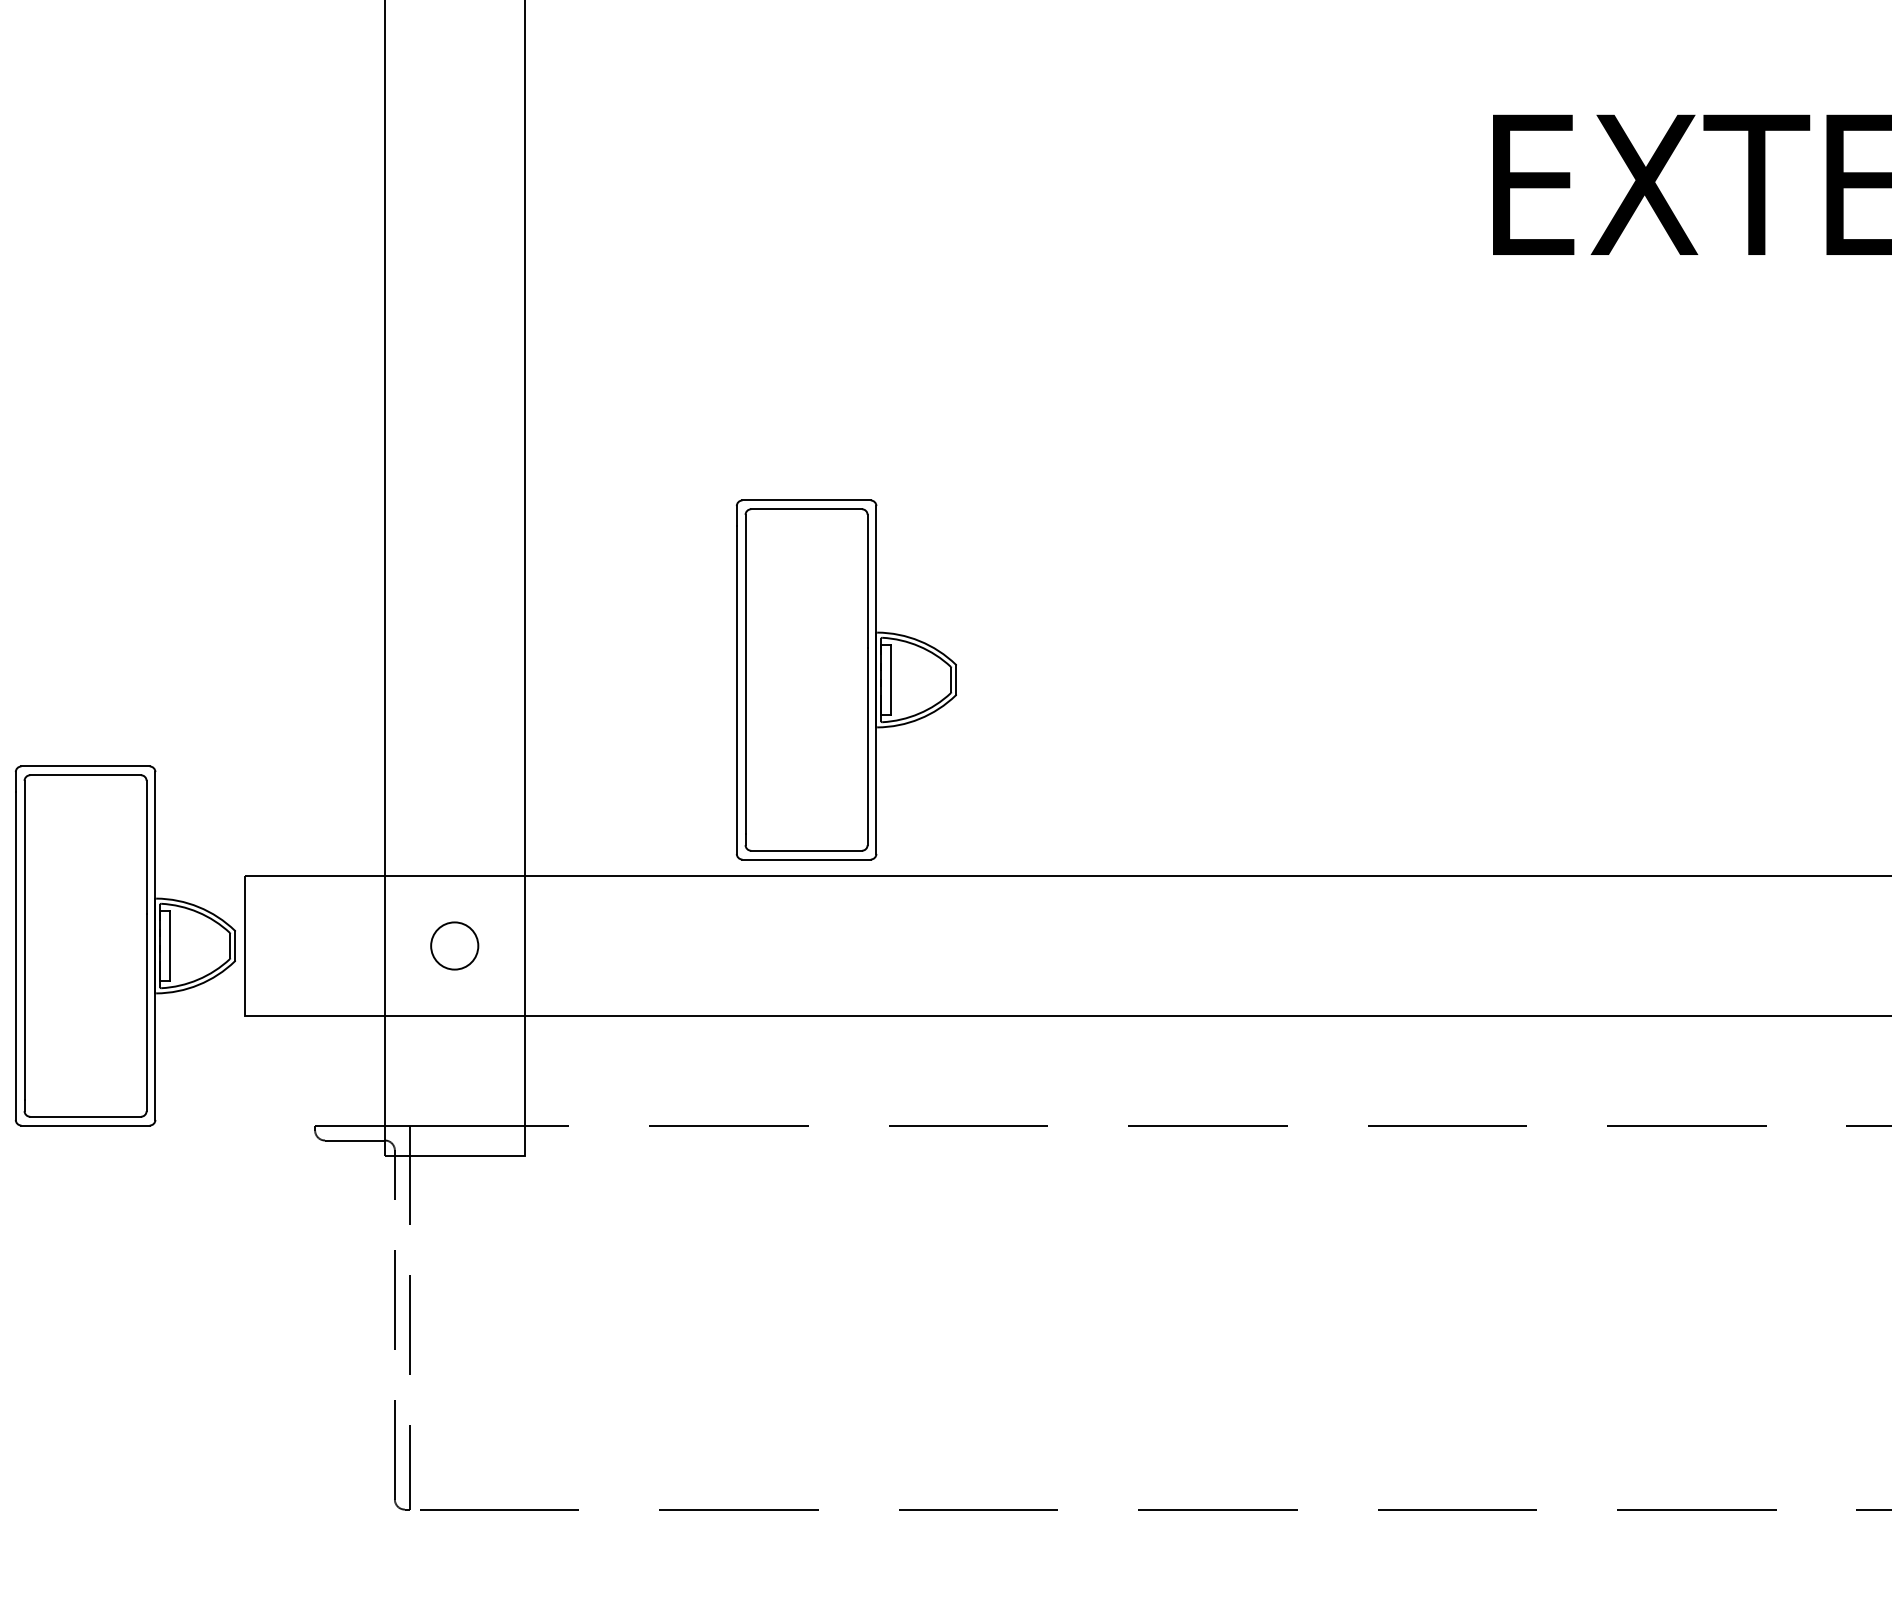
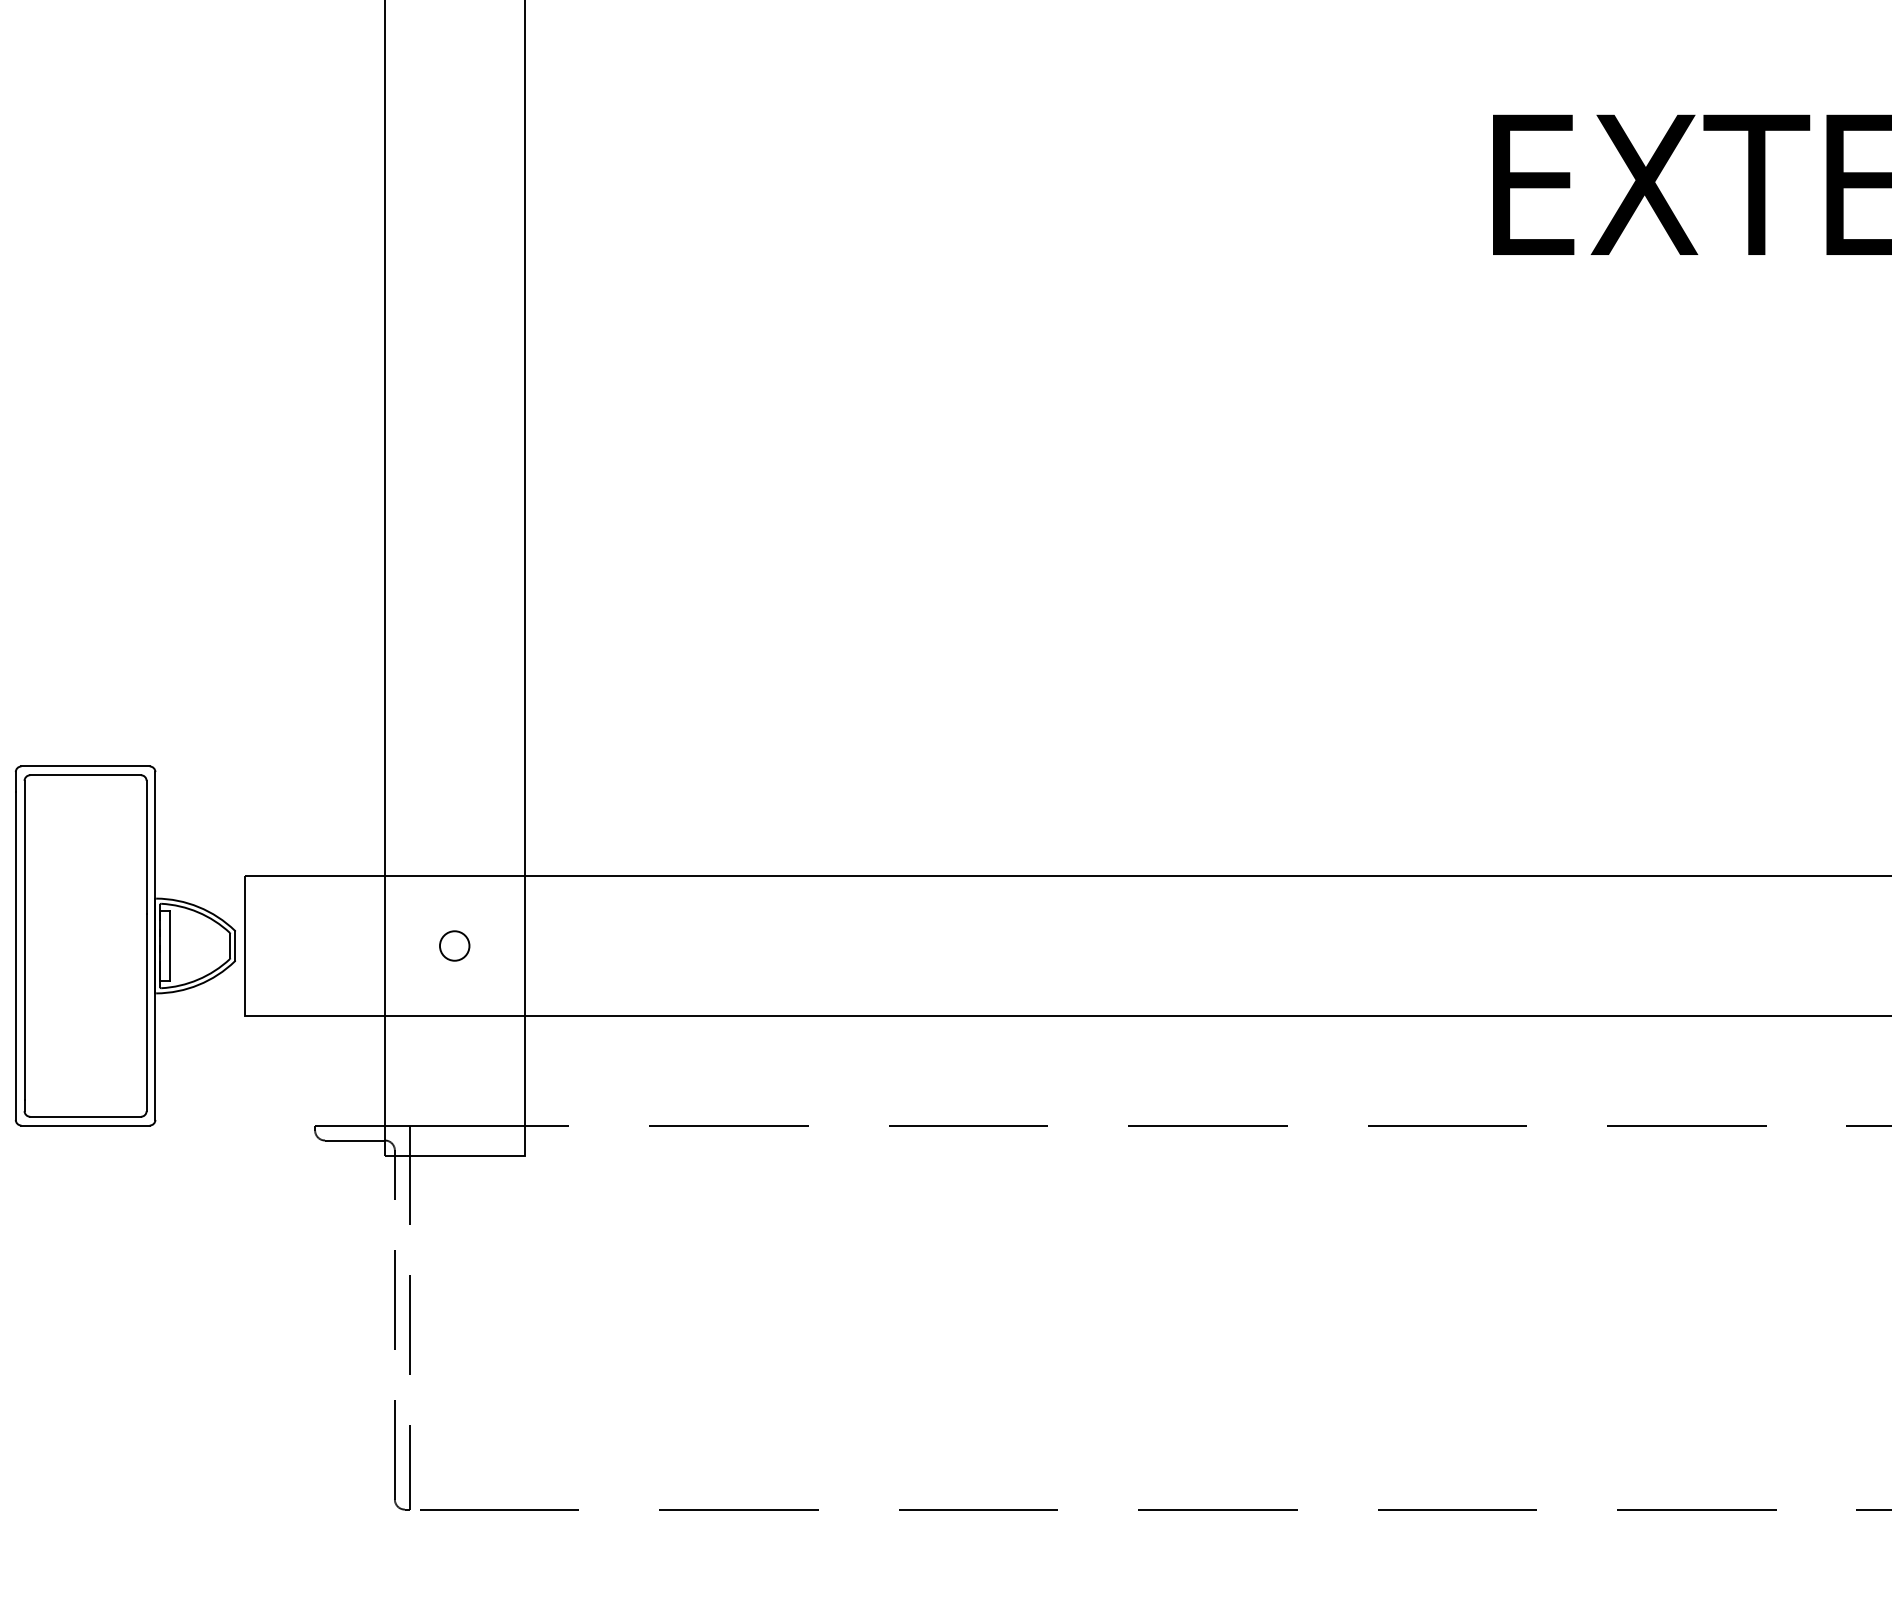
part at (845, 679): present -> none
circle at (454, 945) diameter: 47 px -> 29 px
